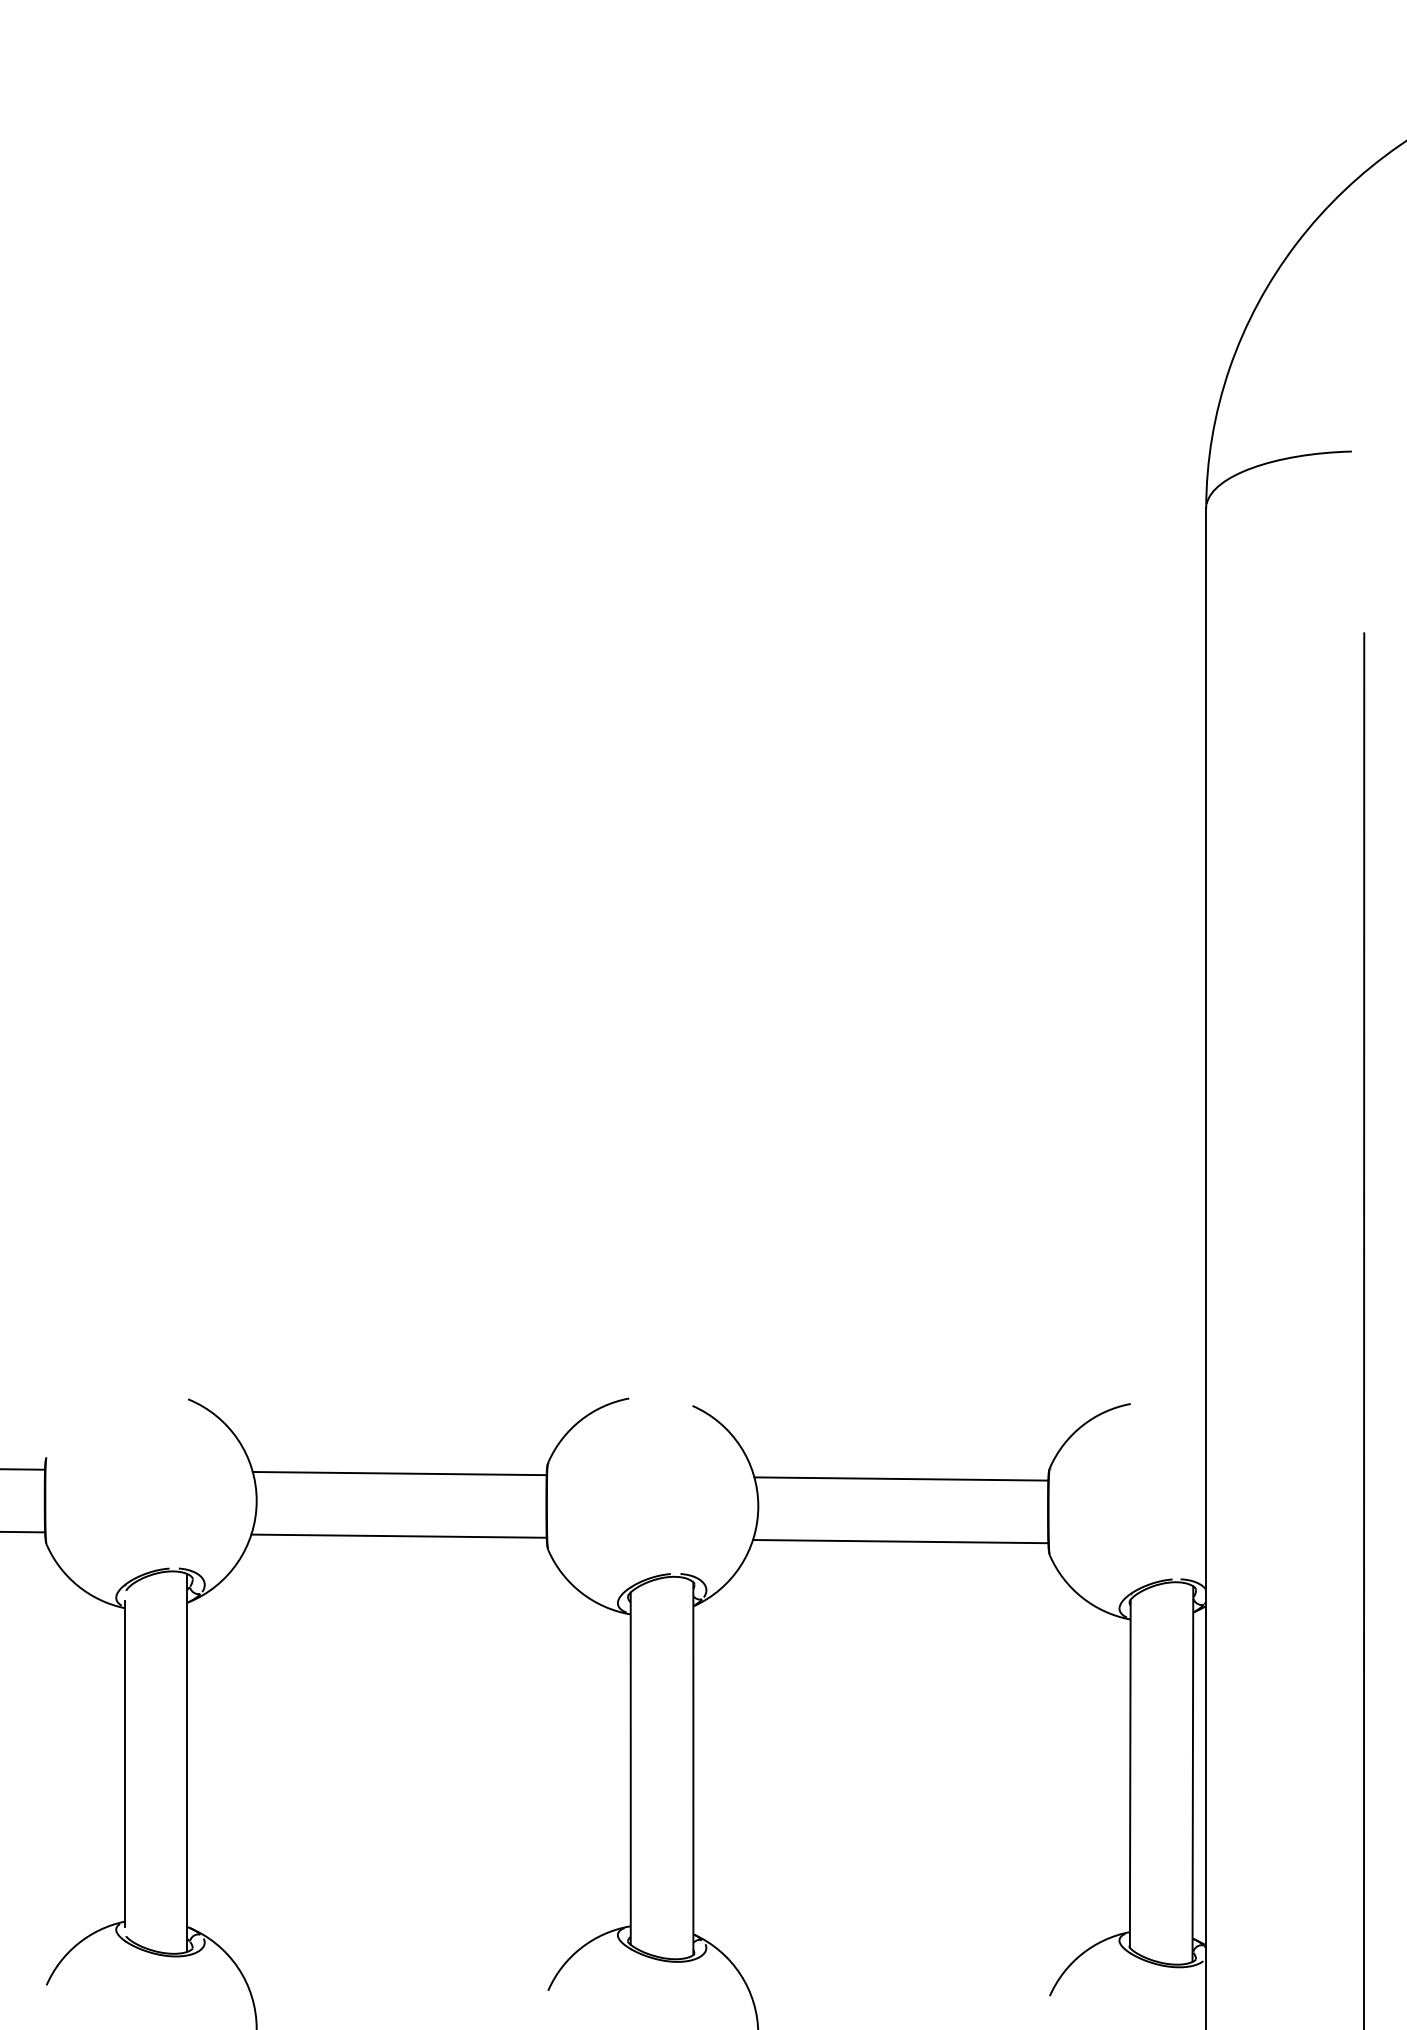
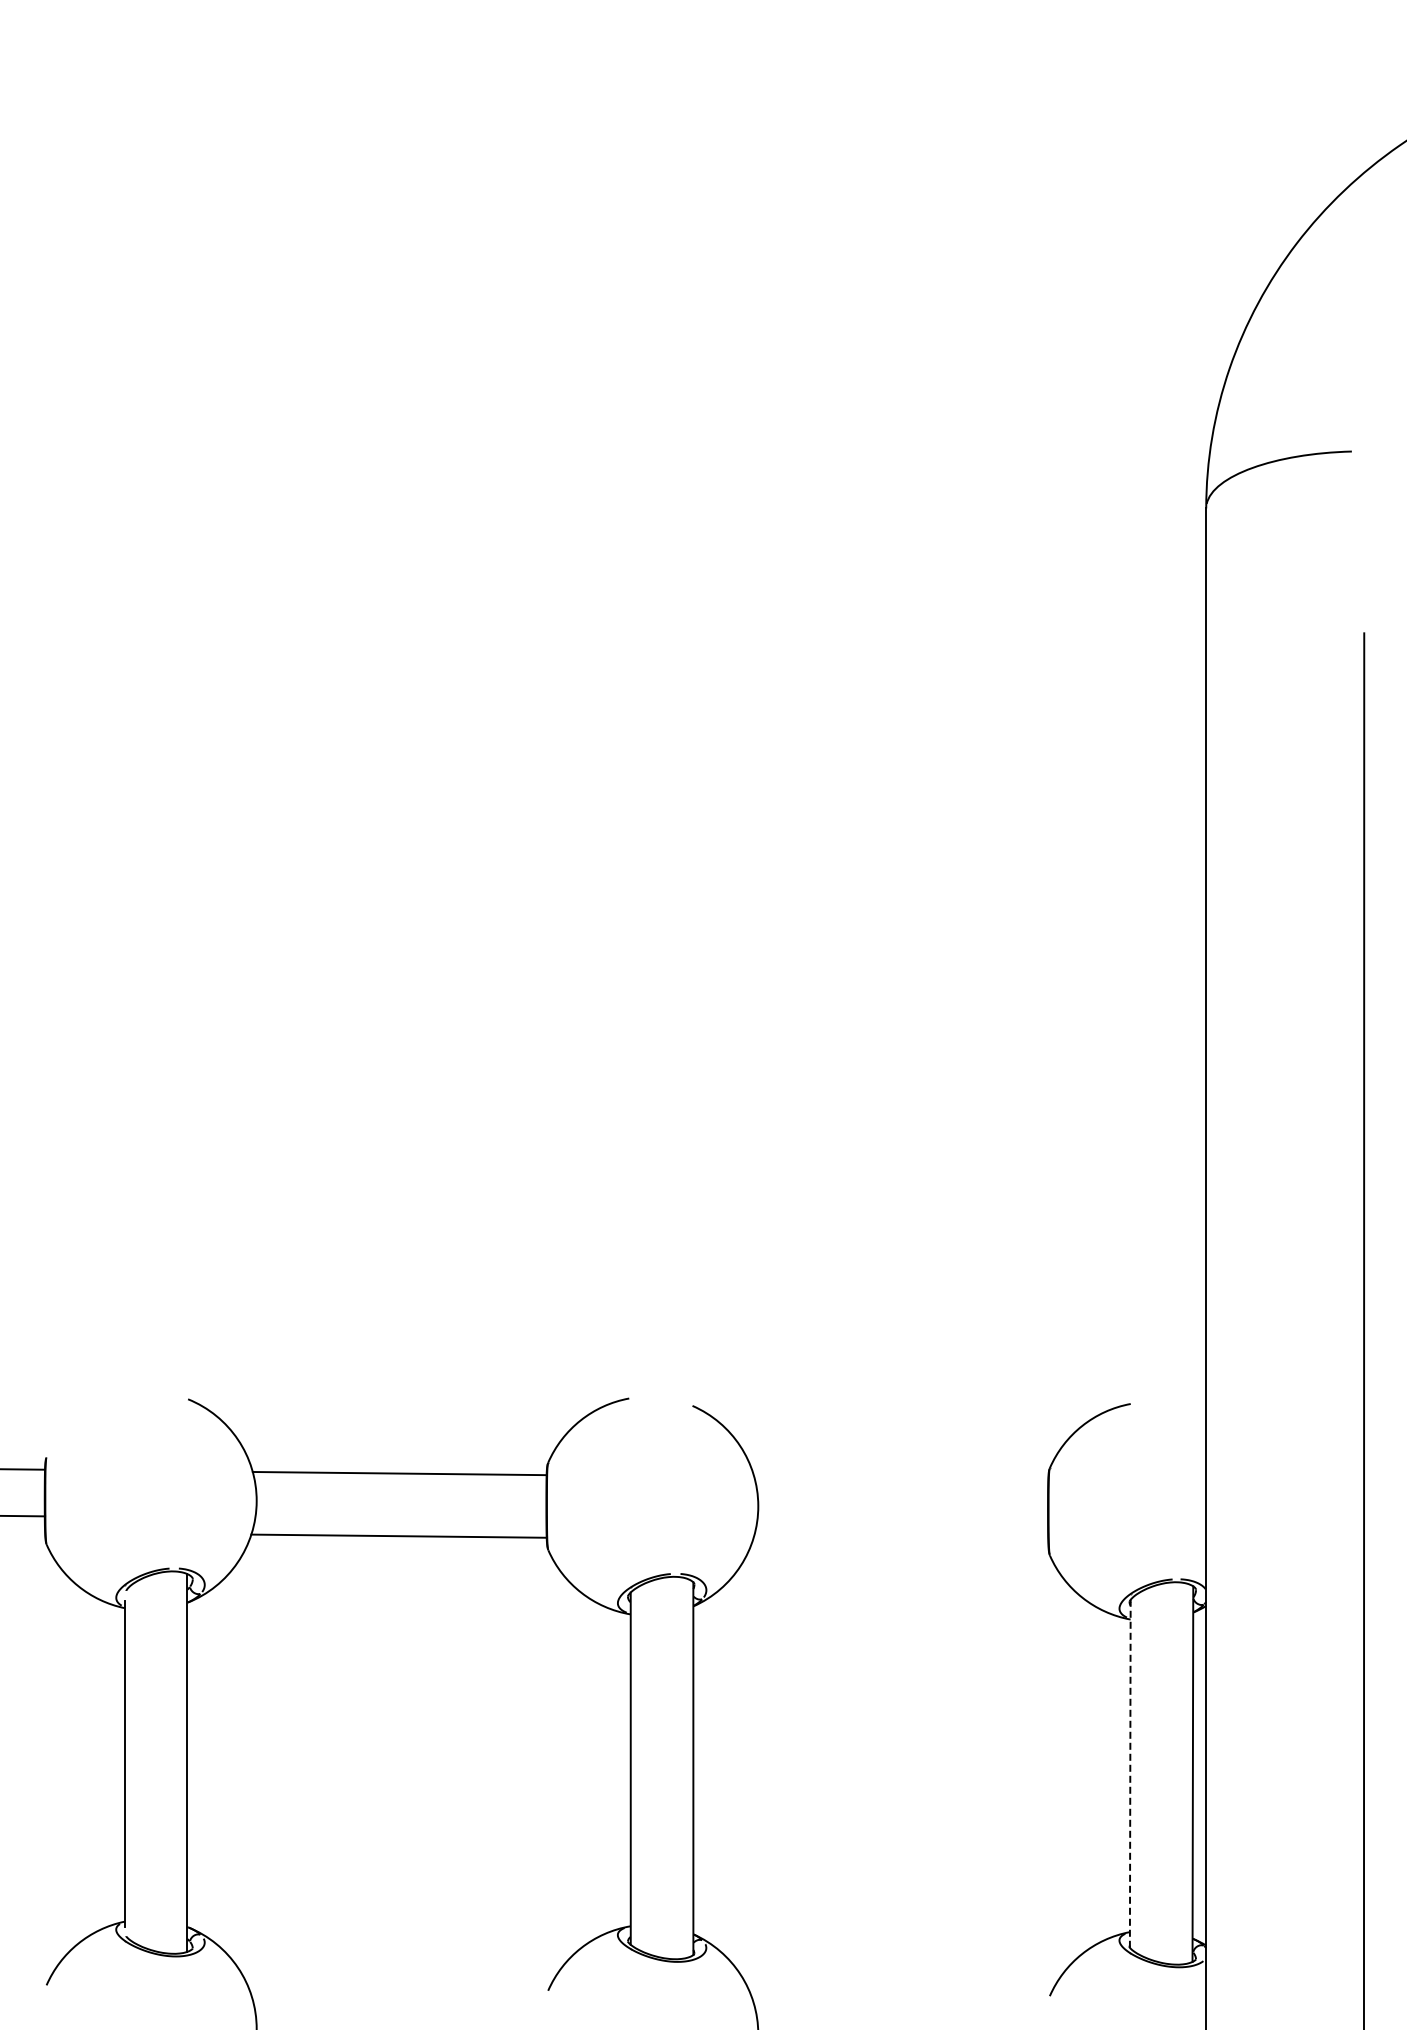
line at (901, 1478): present -> none
line at (23, 1531) position: (23, 1531) -> (23, 1515)
line at (900, 1541): present -> none
line at (1130, 1773): solid -> dashed
